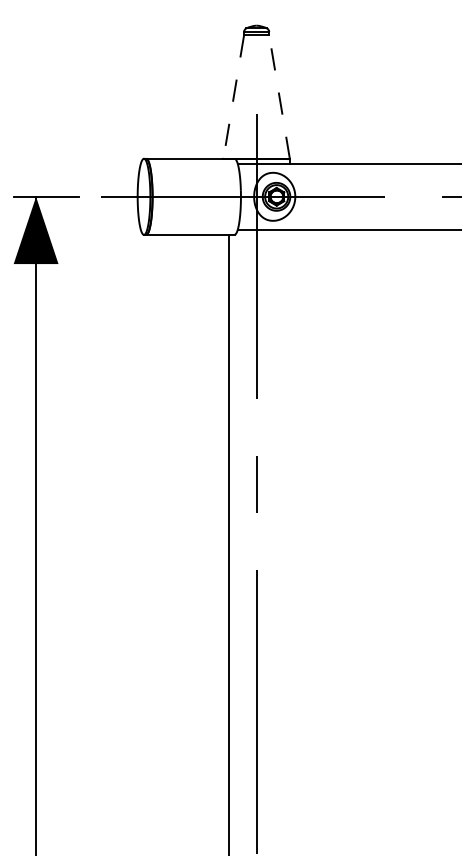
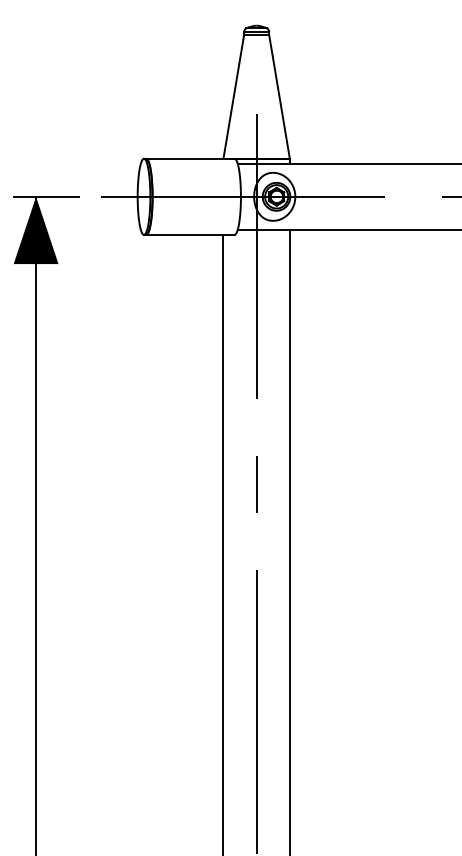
line at (233, 97): dashed -> solid
line at (279, 97): dashed -> solid
line at (289, 541): none -> present
line at (229, 543) position: (229, 543) -> (223, 543)
